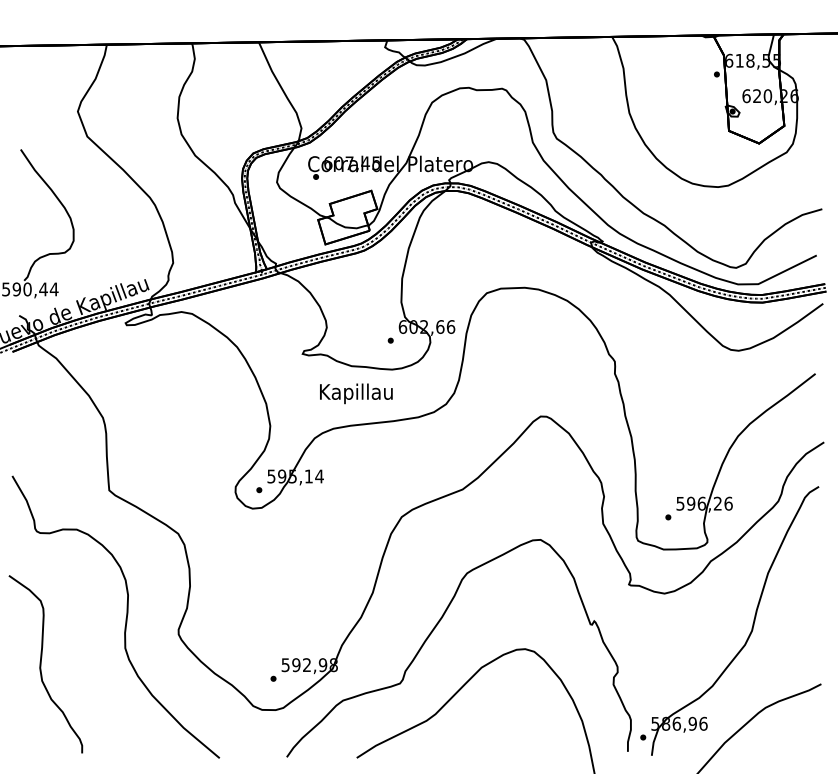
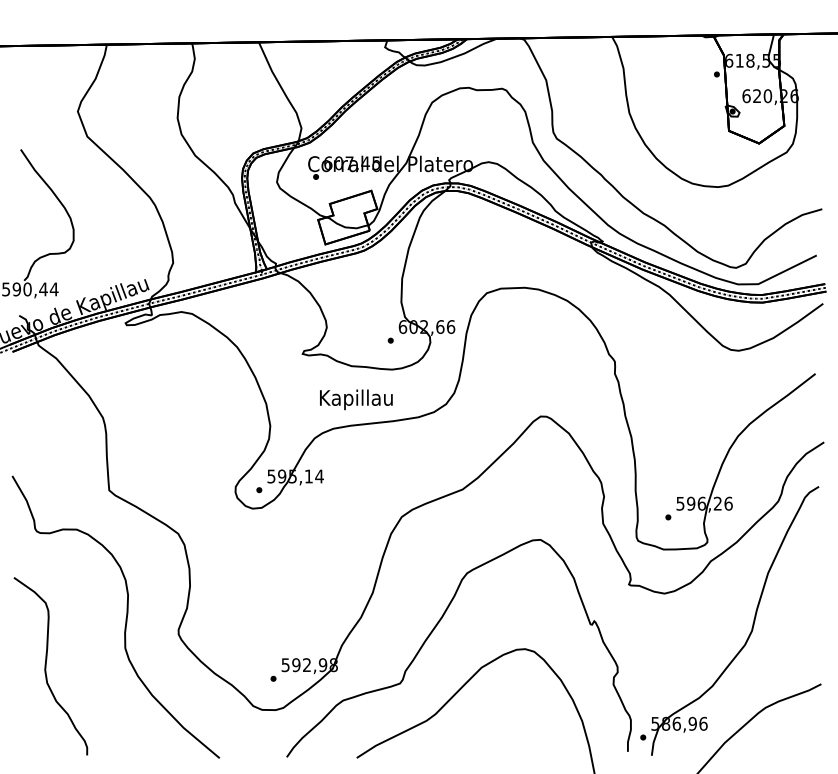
text at (356, 393) position: (356, 393) -> (356, 399)
curve at (41, 664) position: (41, 664) -> (46, 666)
